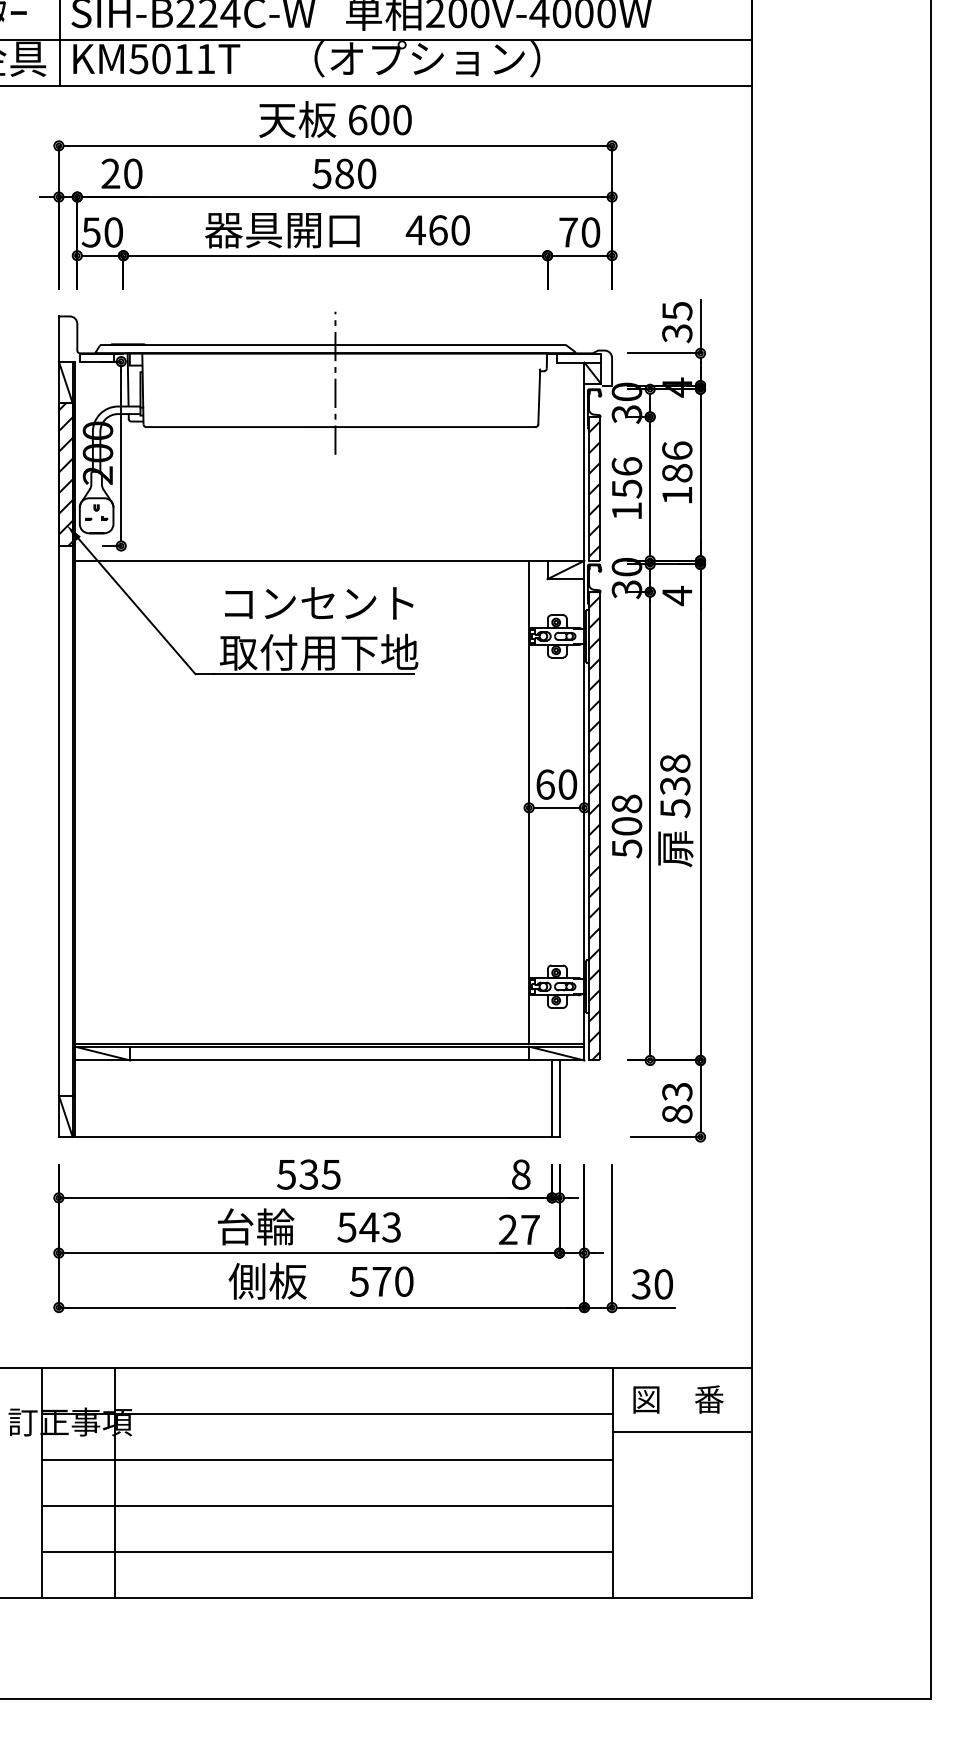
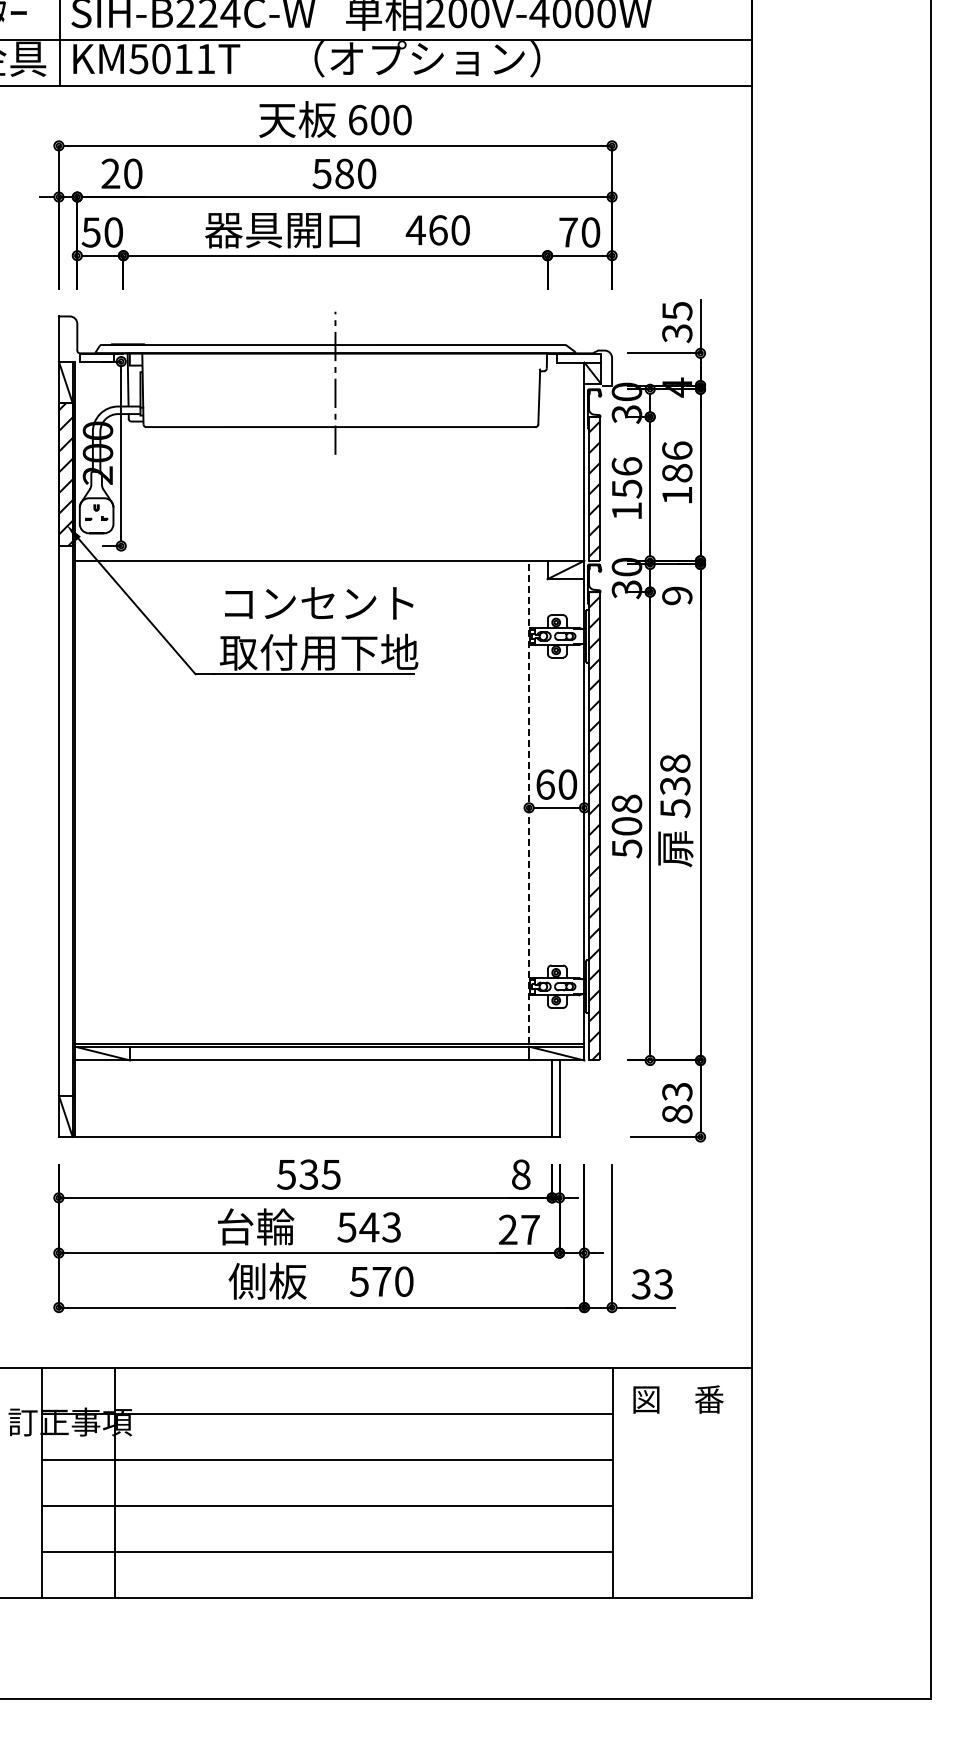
text at (677, 595): 4 -> 9
line at (529, 802): solid -> dashed
text at (663, 1284): 30 -> 33
line at (682, 1432): present -> none
